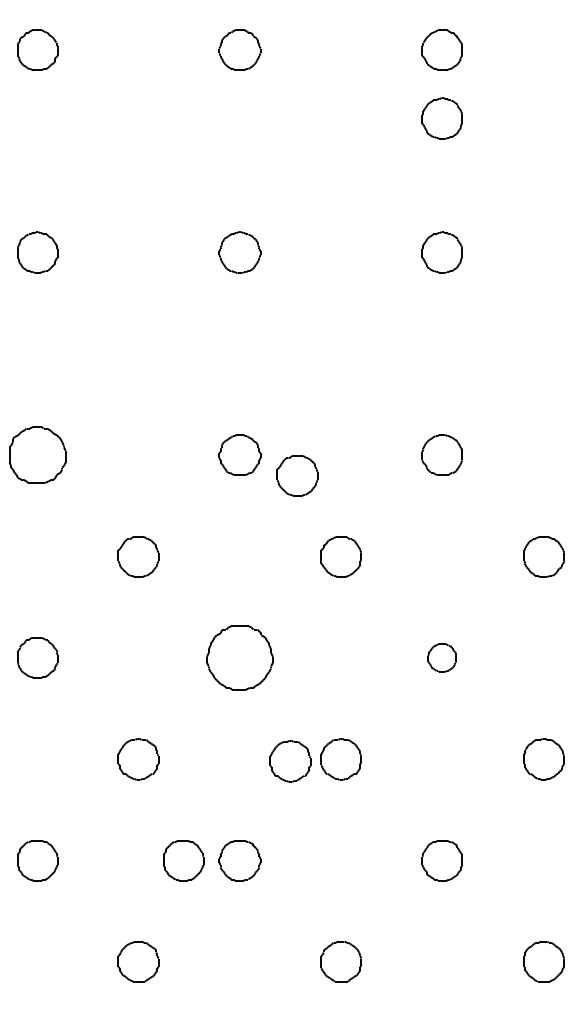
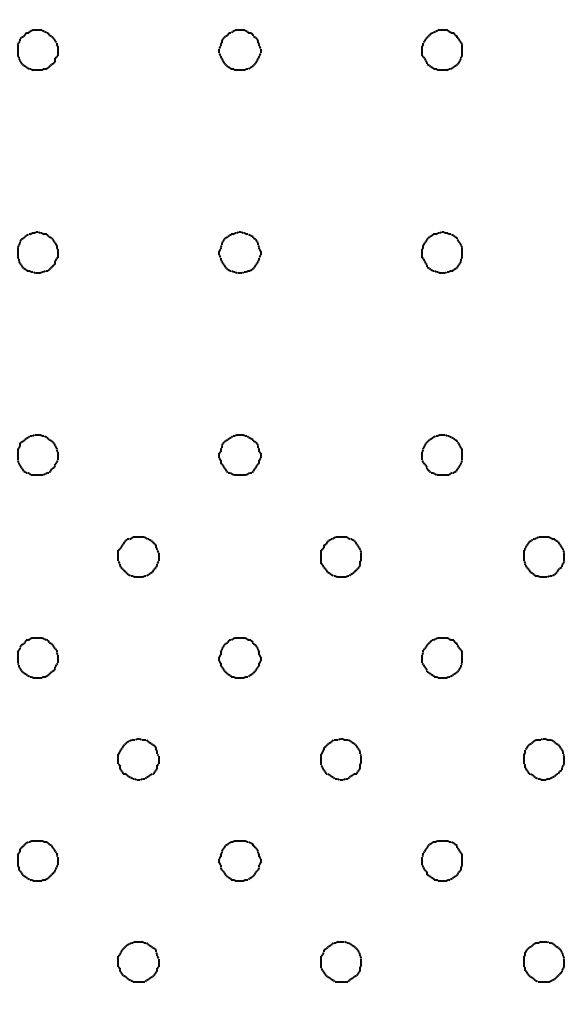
part at (441, 118): present -> none
part at (37, 454) size: 59x58 px -> 42x42 px
part at (297, 475): present -> none
part at (239, 657) size: 68x66 px -> 44x42 px
part at (441, 657) size: 30x30 px -> 42x42 px
part at (290, 761): present -> none
part at (183, 860): present -> none
